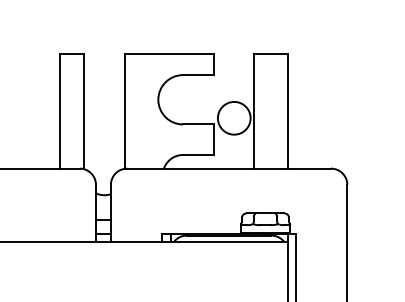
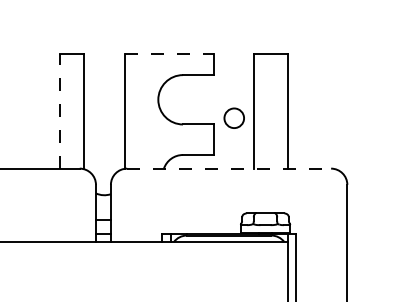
line at (169, 54): solid -> dashed
line at (59, 110): solid -> dashed
circle at (233, 117) diameter: 33 px -> 20 px
line at (229, 168): solid -> dashed
